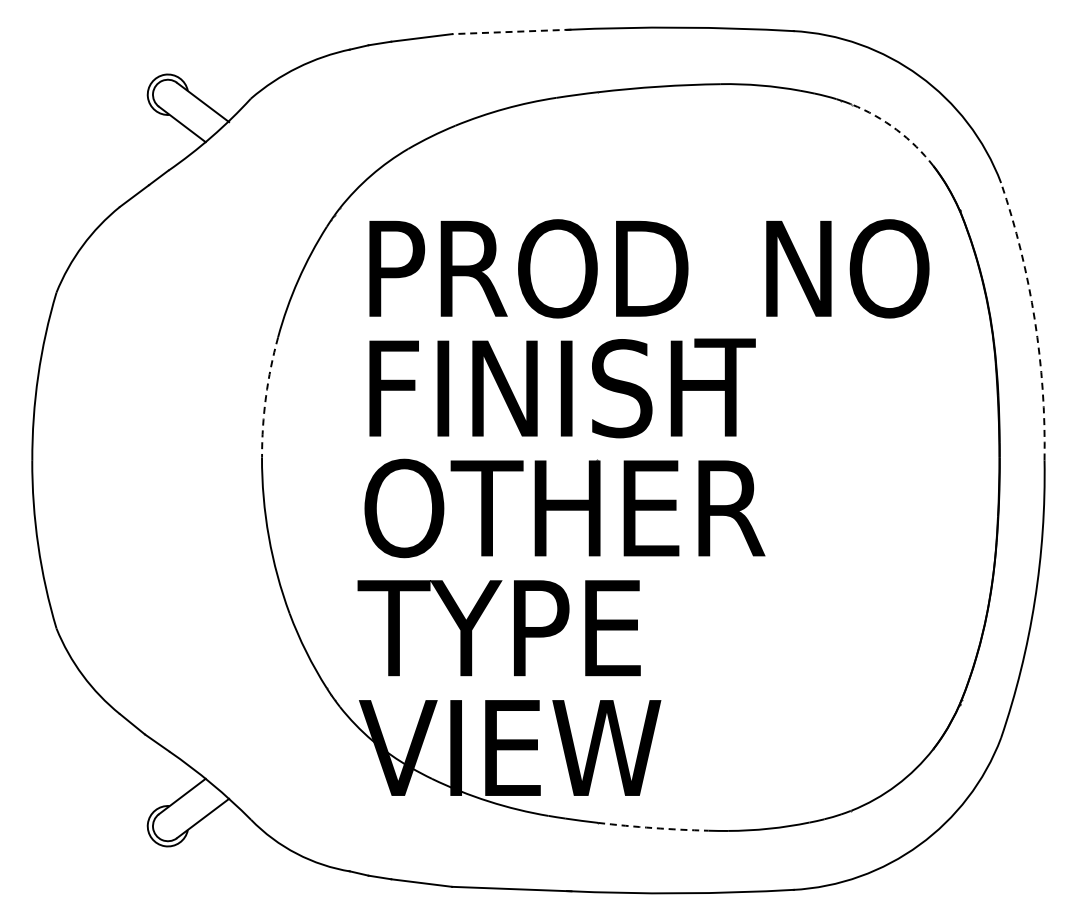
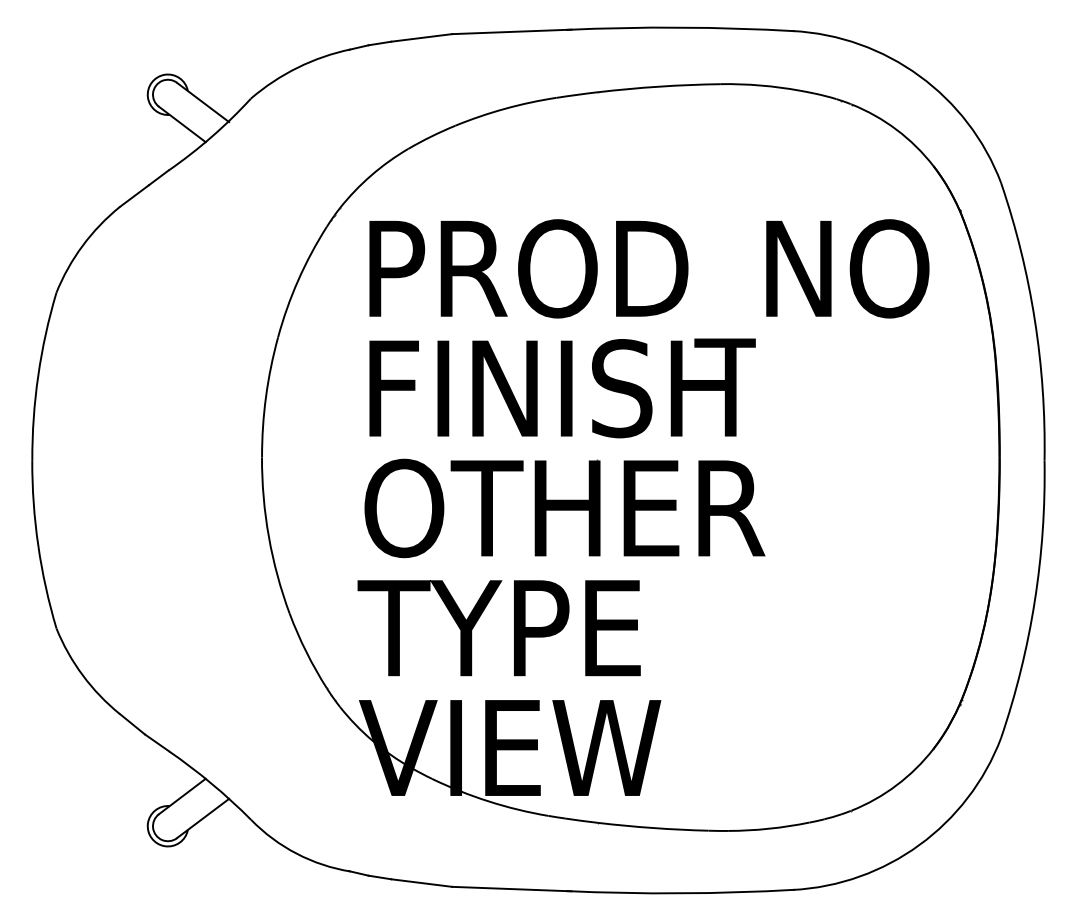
line at (511, 31): dashed -> solid
arc at (896, 129): dashed -> solid
arc at (1034, 319): dashed -> solid
arc at (266, 396): dashed -> solid
arc at (653, 828): dashed -> solid
